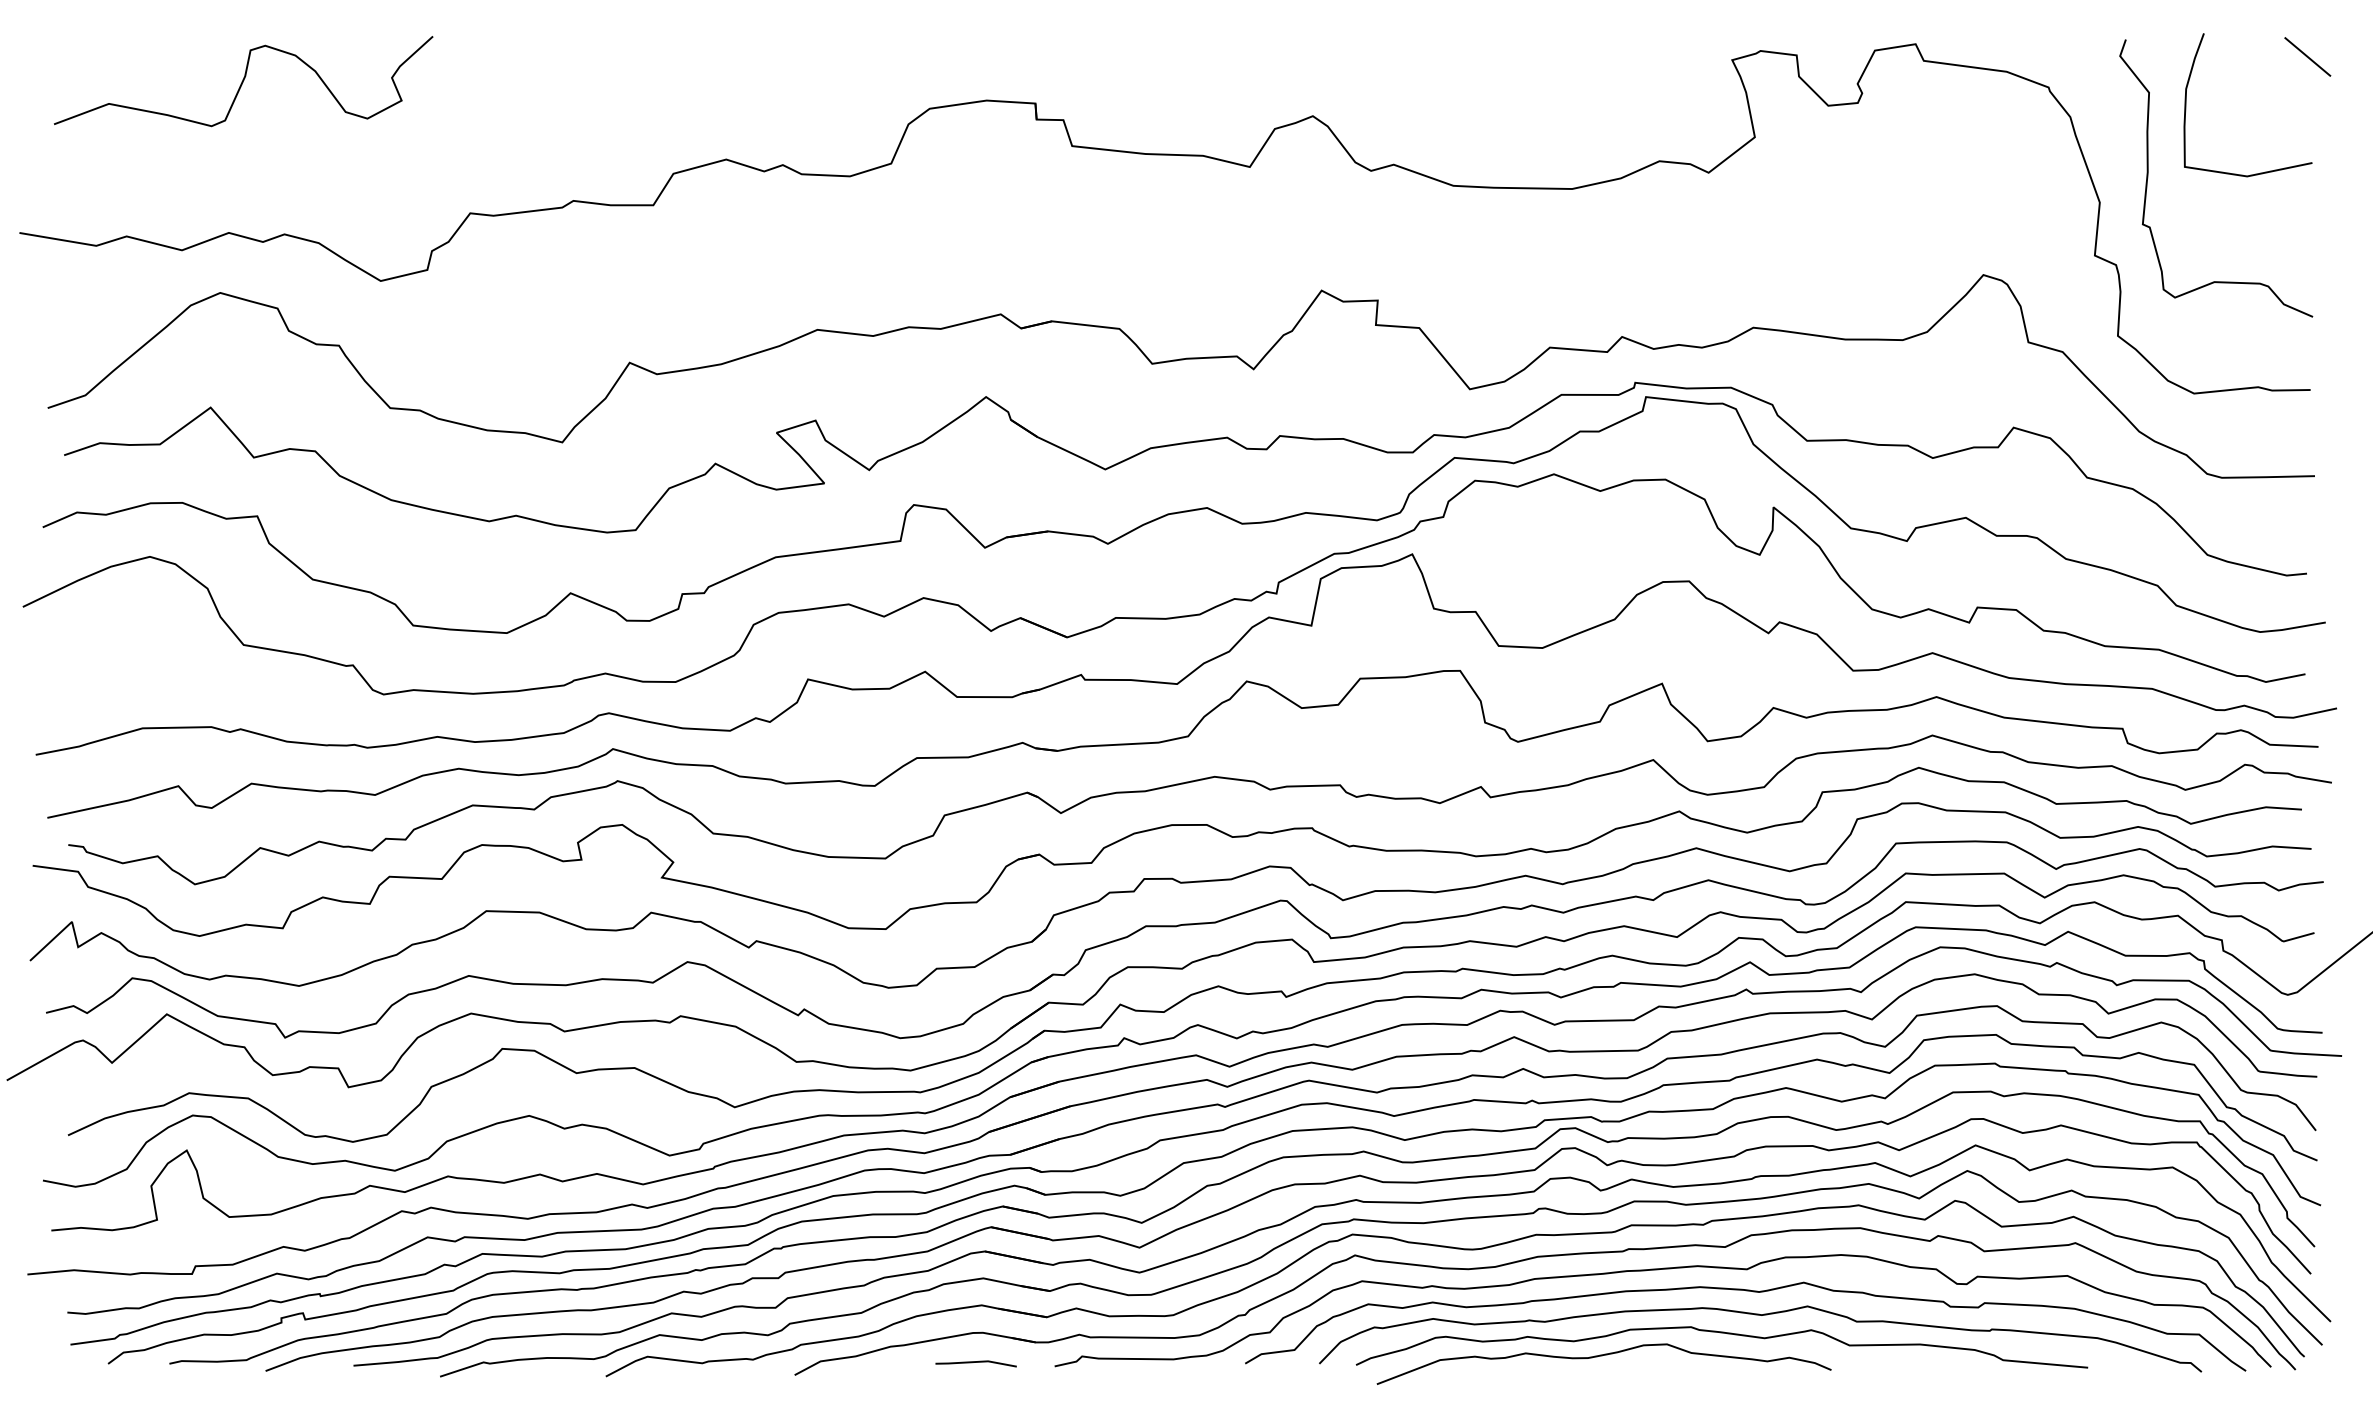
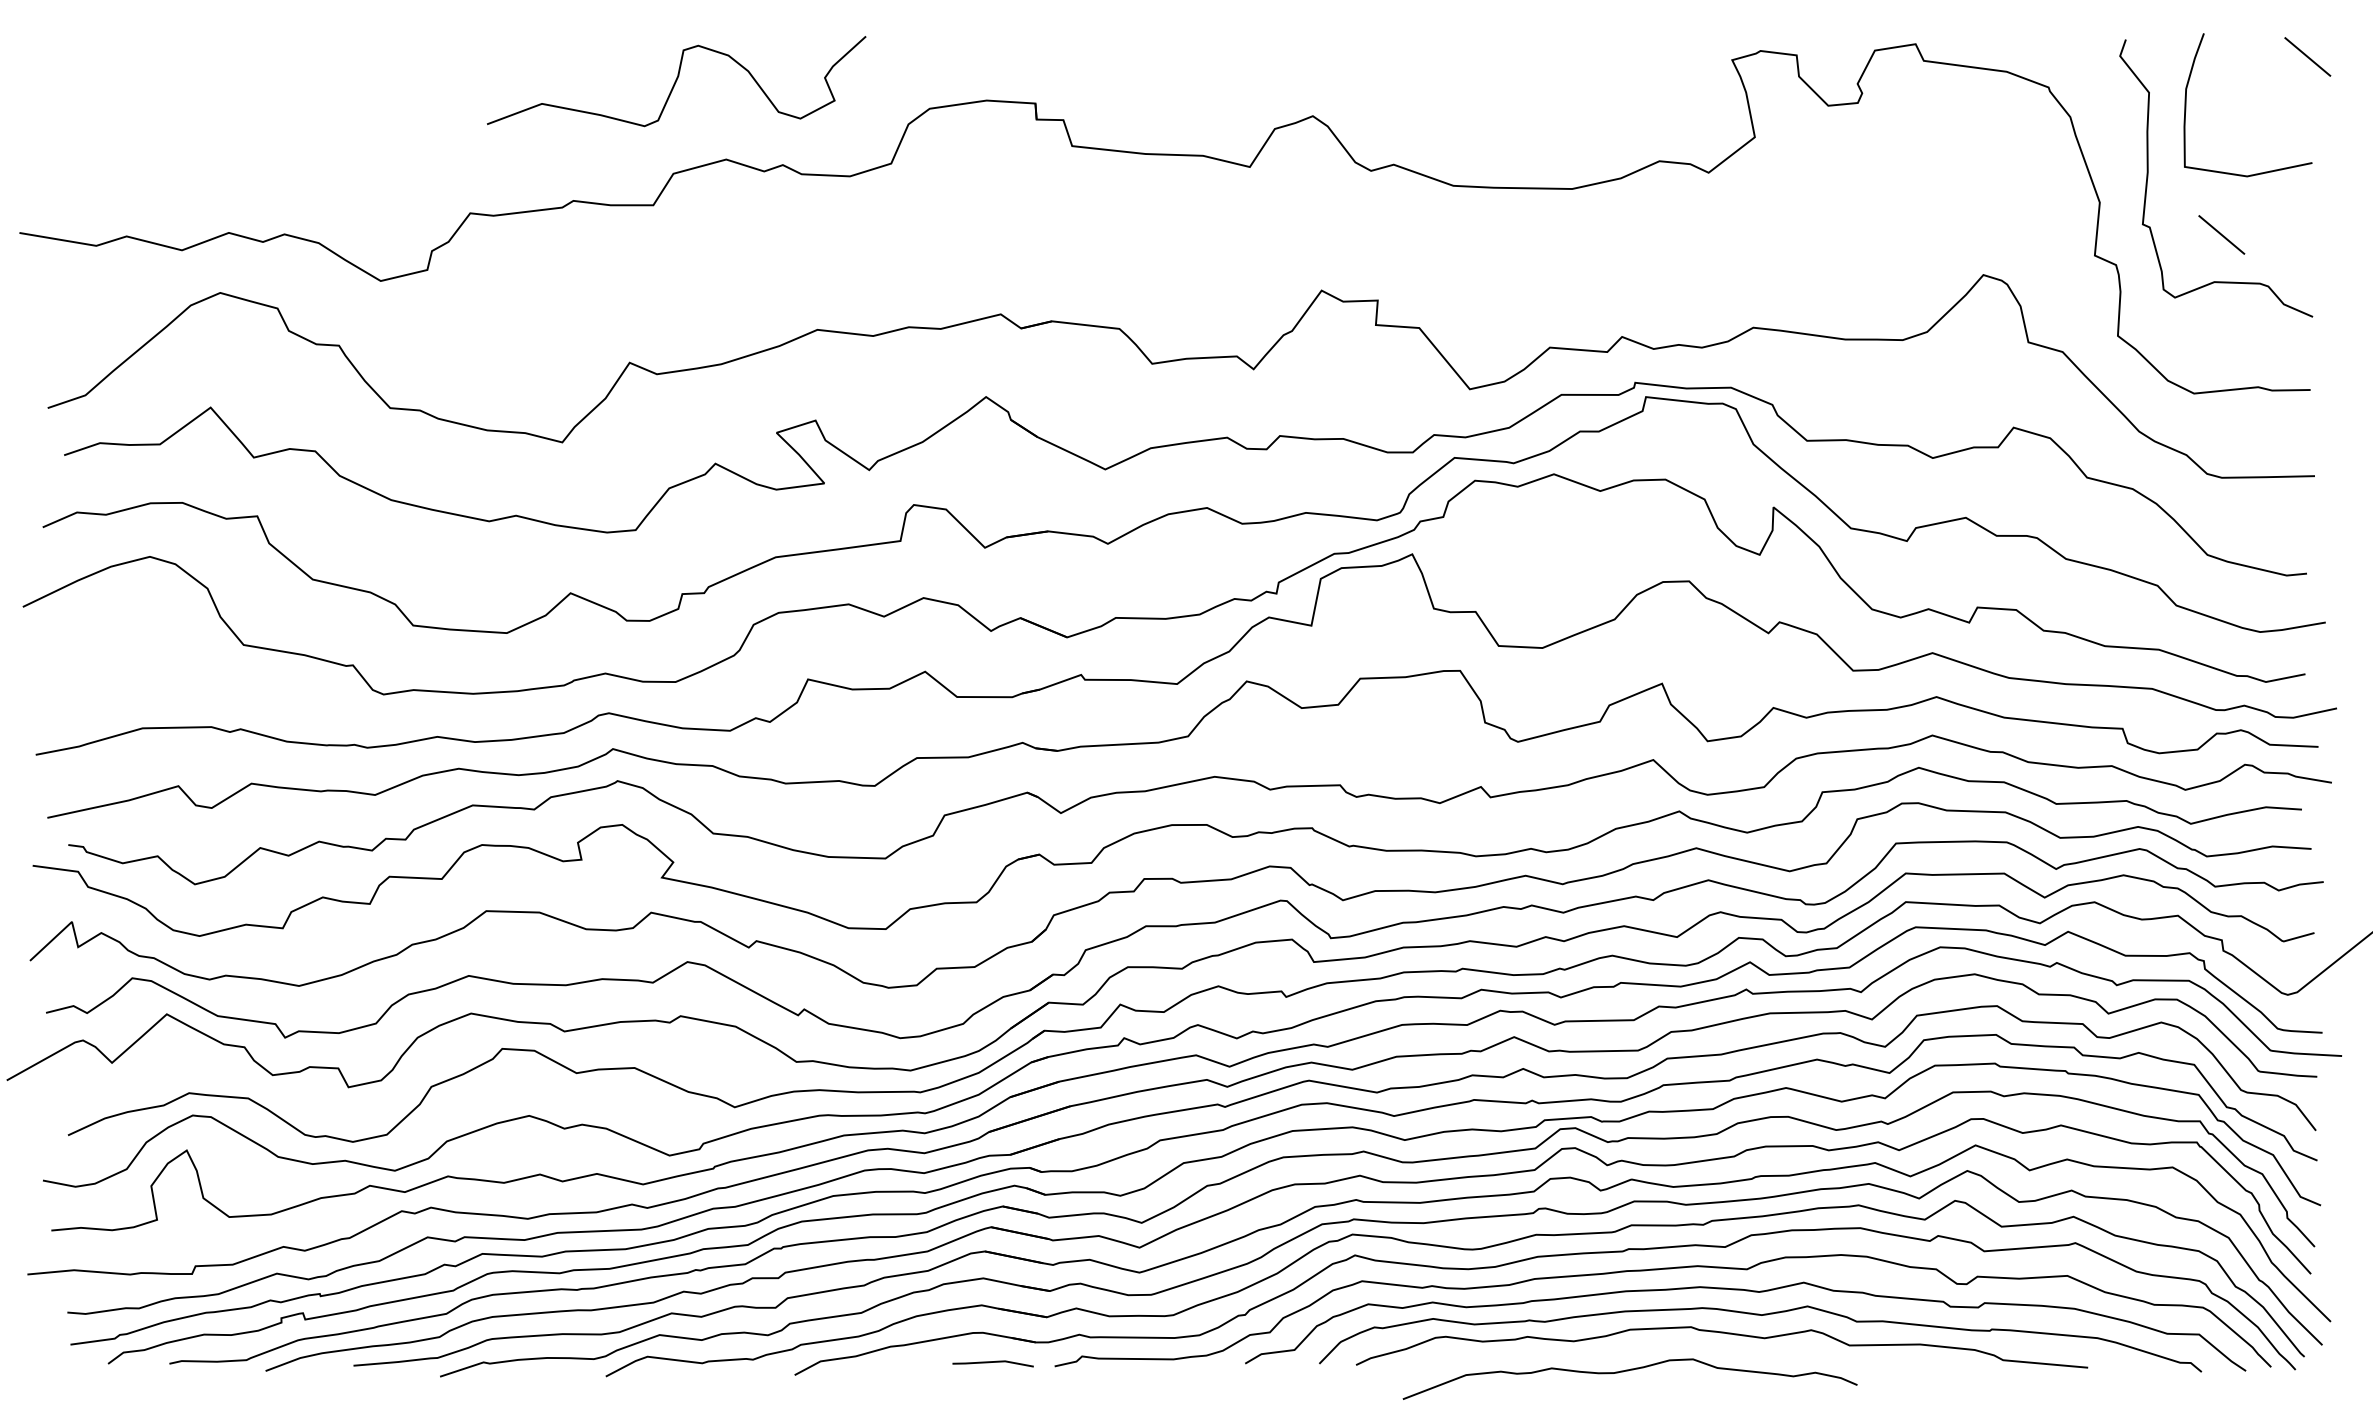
curve at (243, 81) position: (243, 81) -> (676, 81)
line at (2221, 234): none -> present
curve at (1602, 1356) position: (1602, 1356) -> (1628, 1371)
line at (975, 1362) position: (975, 1362) -> (992, 1362)
